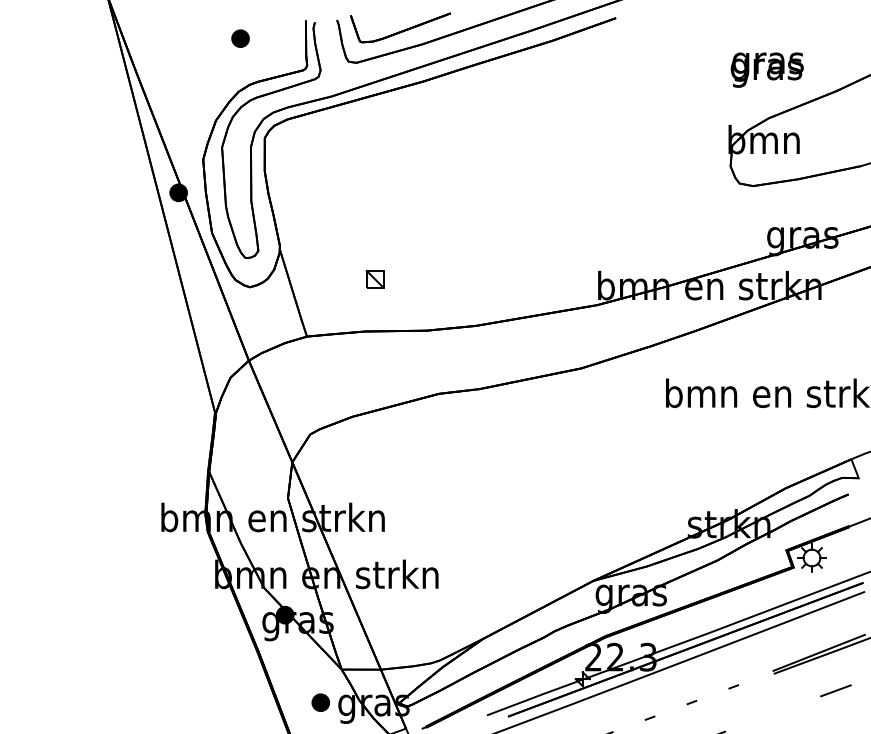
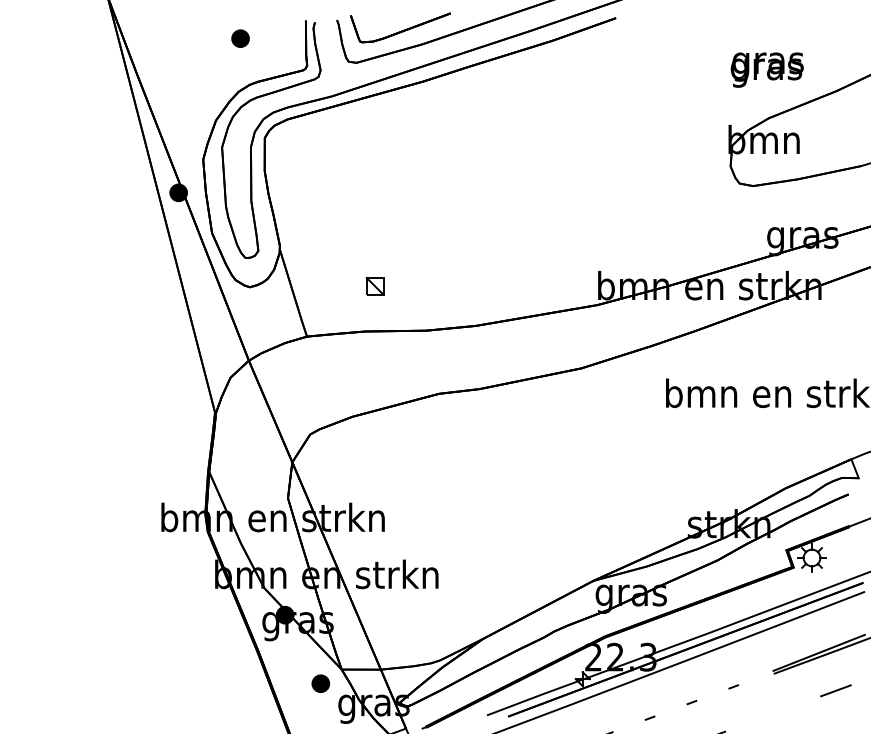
part at (374, 279) position: (374, 279) -> (374, 286)
part at (320, 702) position: (320, 702) -> (320, 683)
